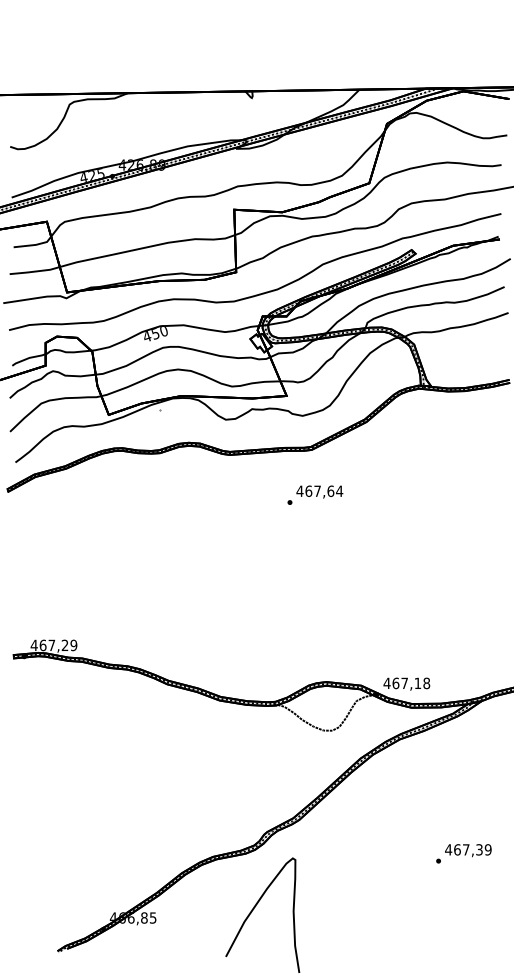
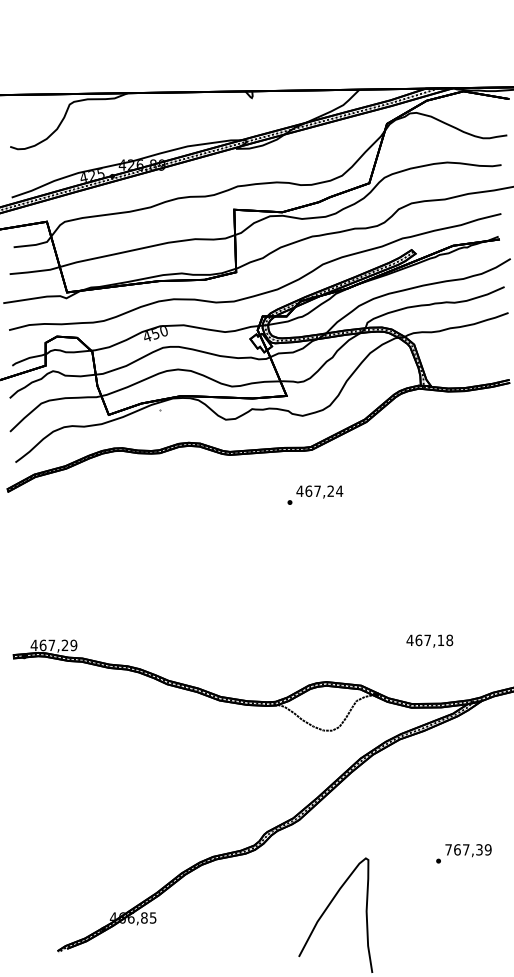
text at (330, 490): 467,64 -> 467,24
text at (406, 683) position: (406, 683) -> (429, 640)
text at (448, 849): 467,39 -> 767,39
curve at (254, 909) position: (254, 909) -> (327, 909)
